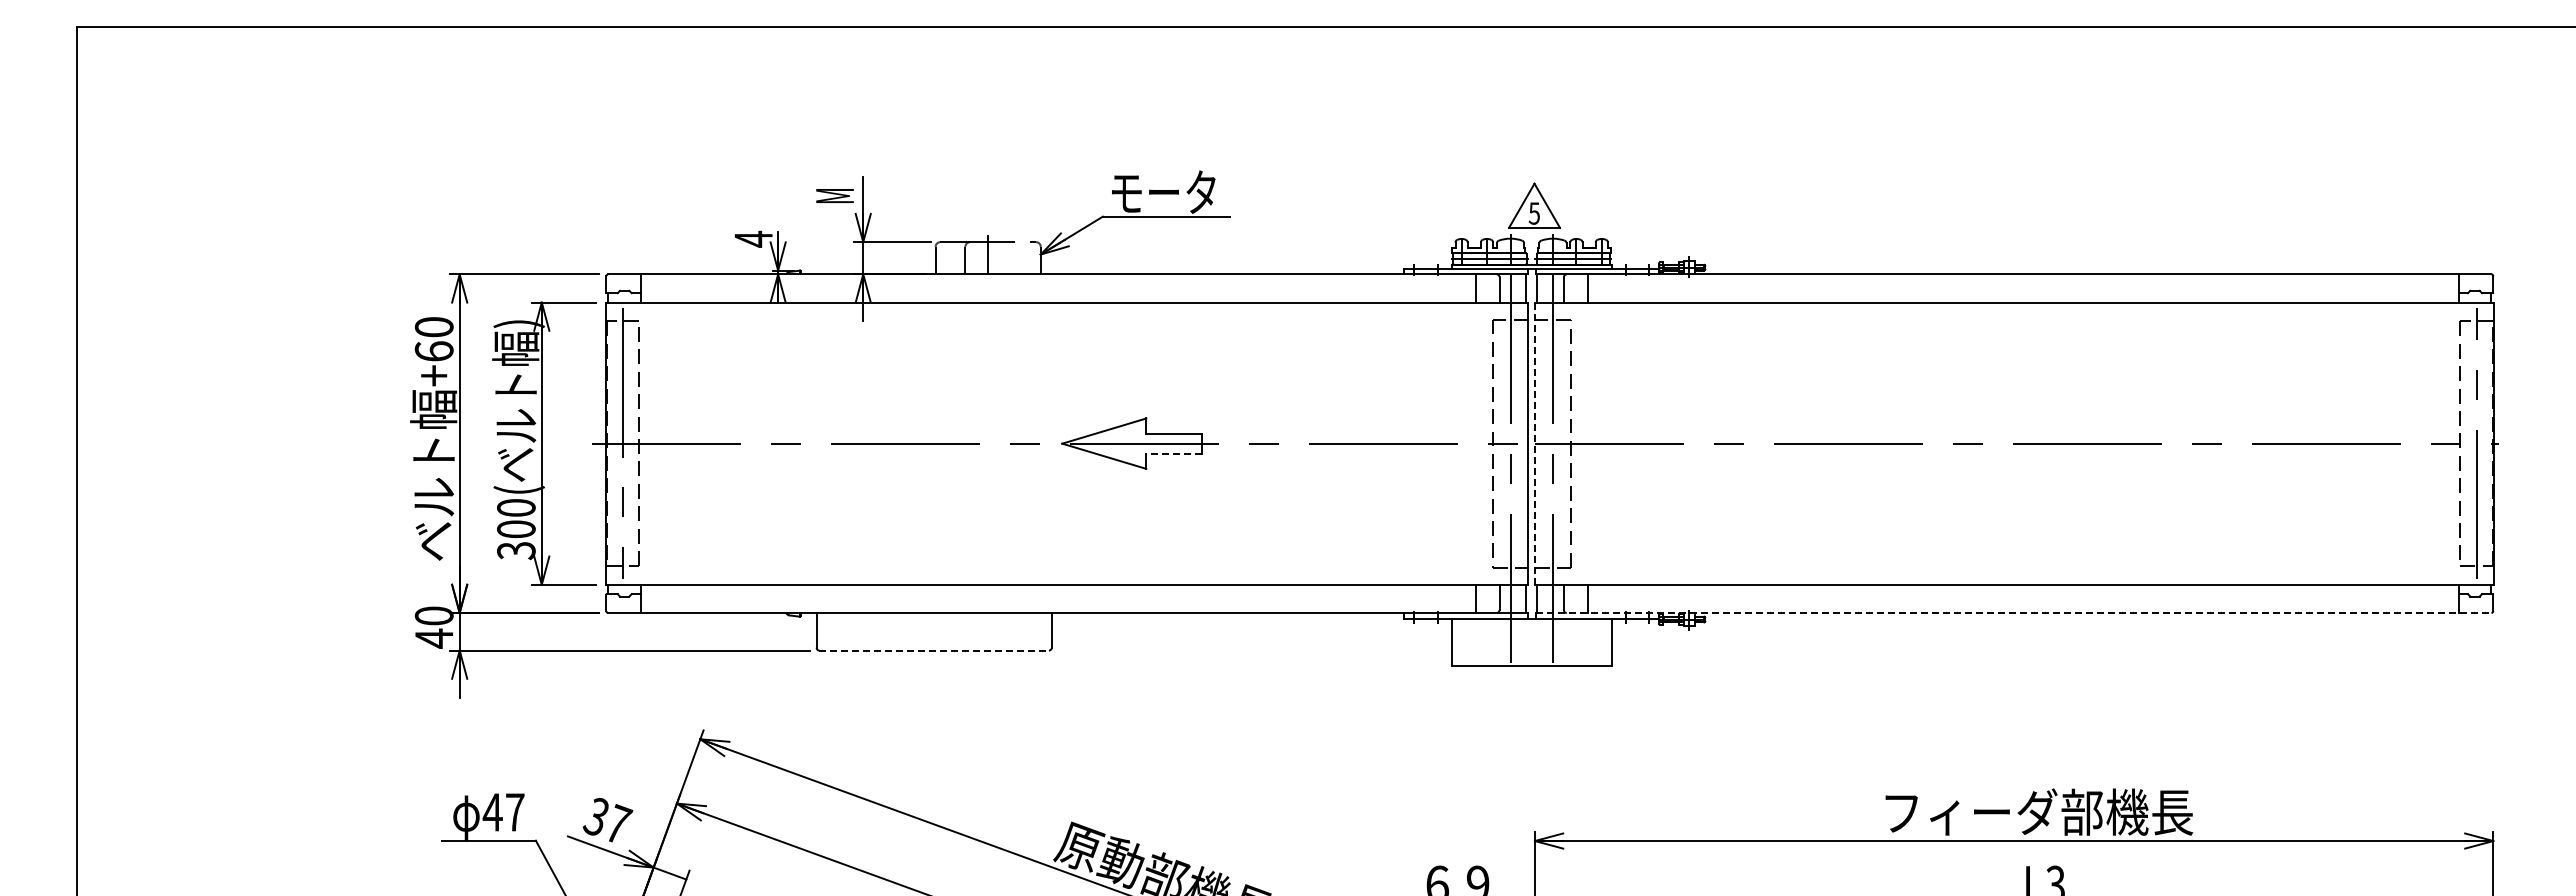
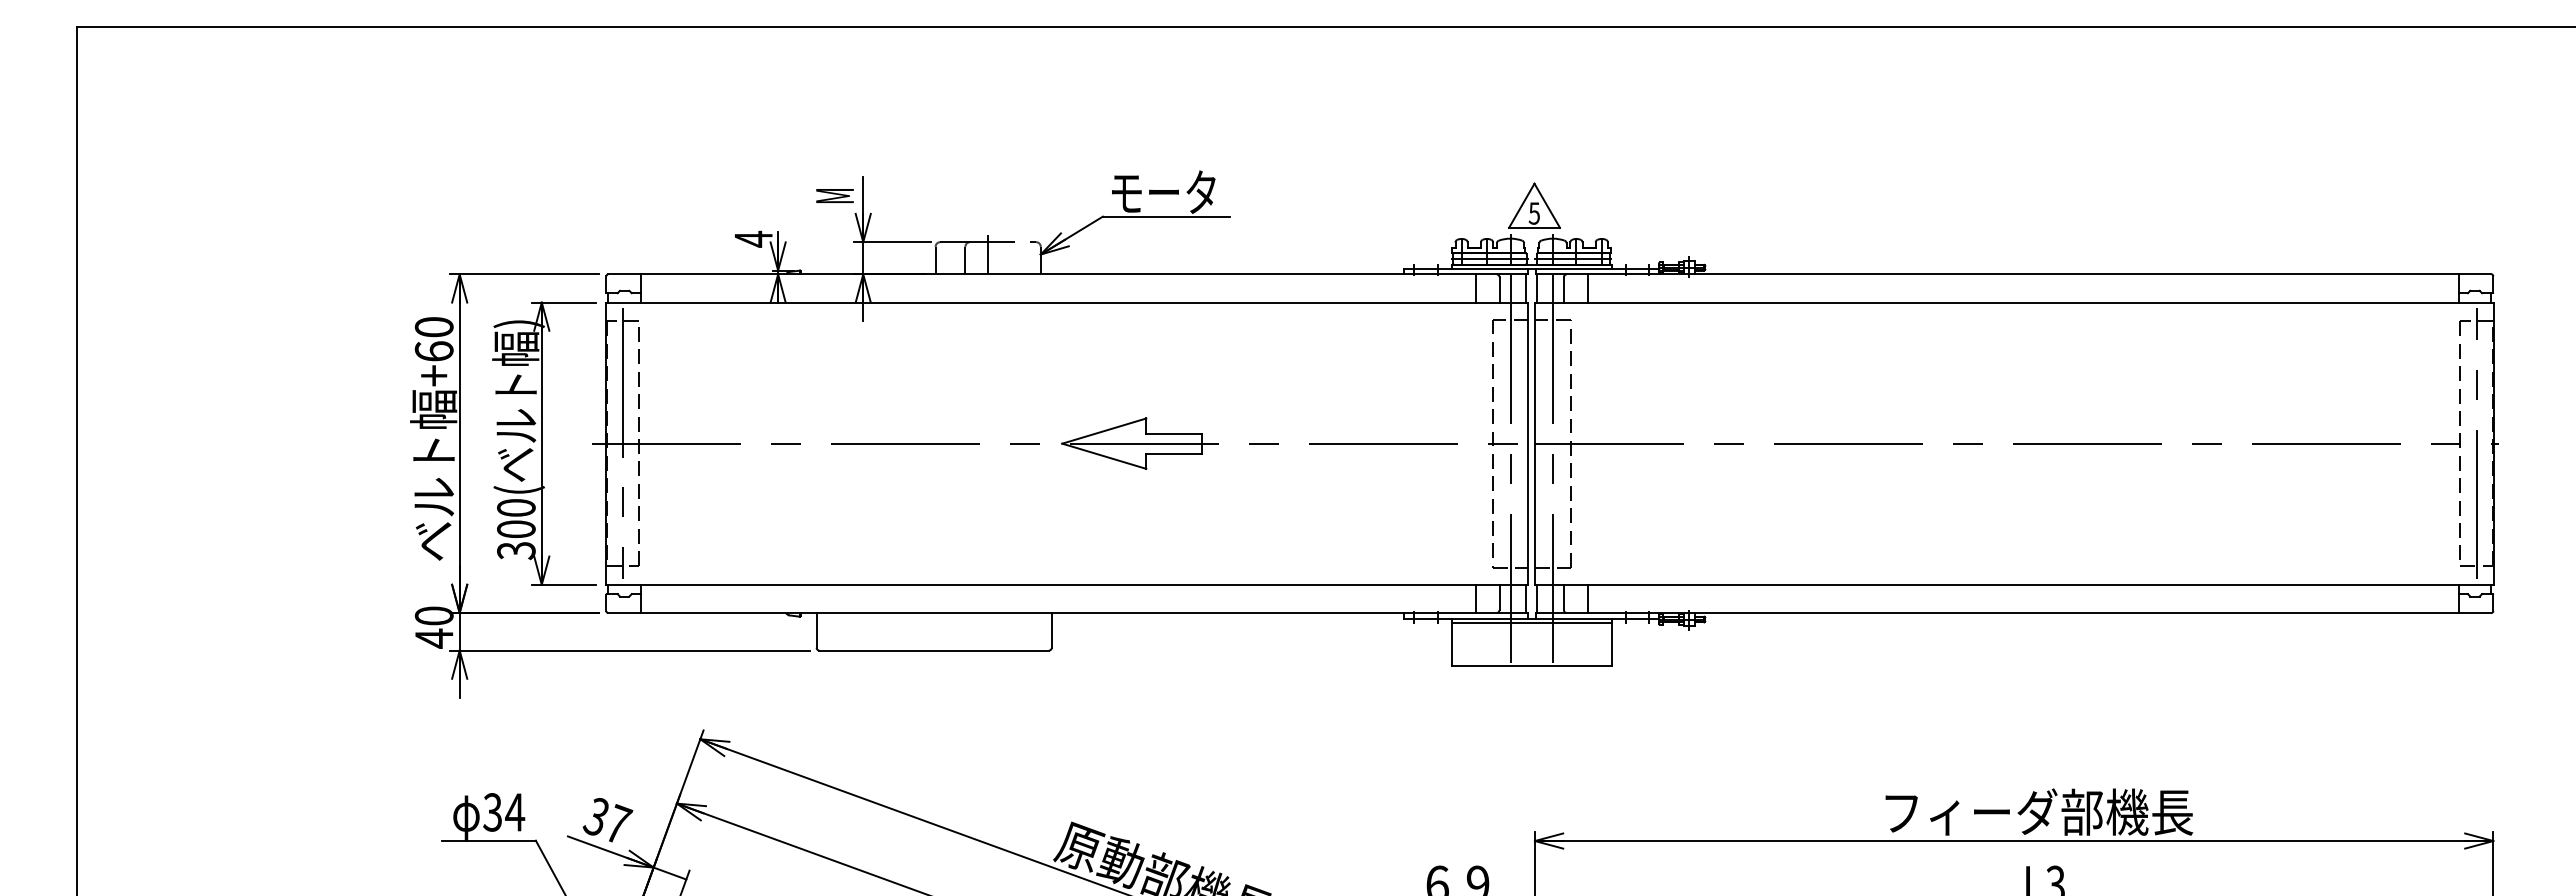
line at (1534, 444): dashed -> solid
line at (1173, 453): dashed -> solid
line at (2013, 612): dashed -> solid
line at (1531, 622): none -> present
line at (934, 650): dashed -> solid
text at (503, 812): 47 -> 34
